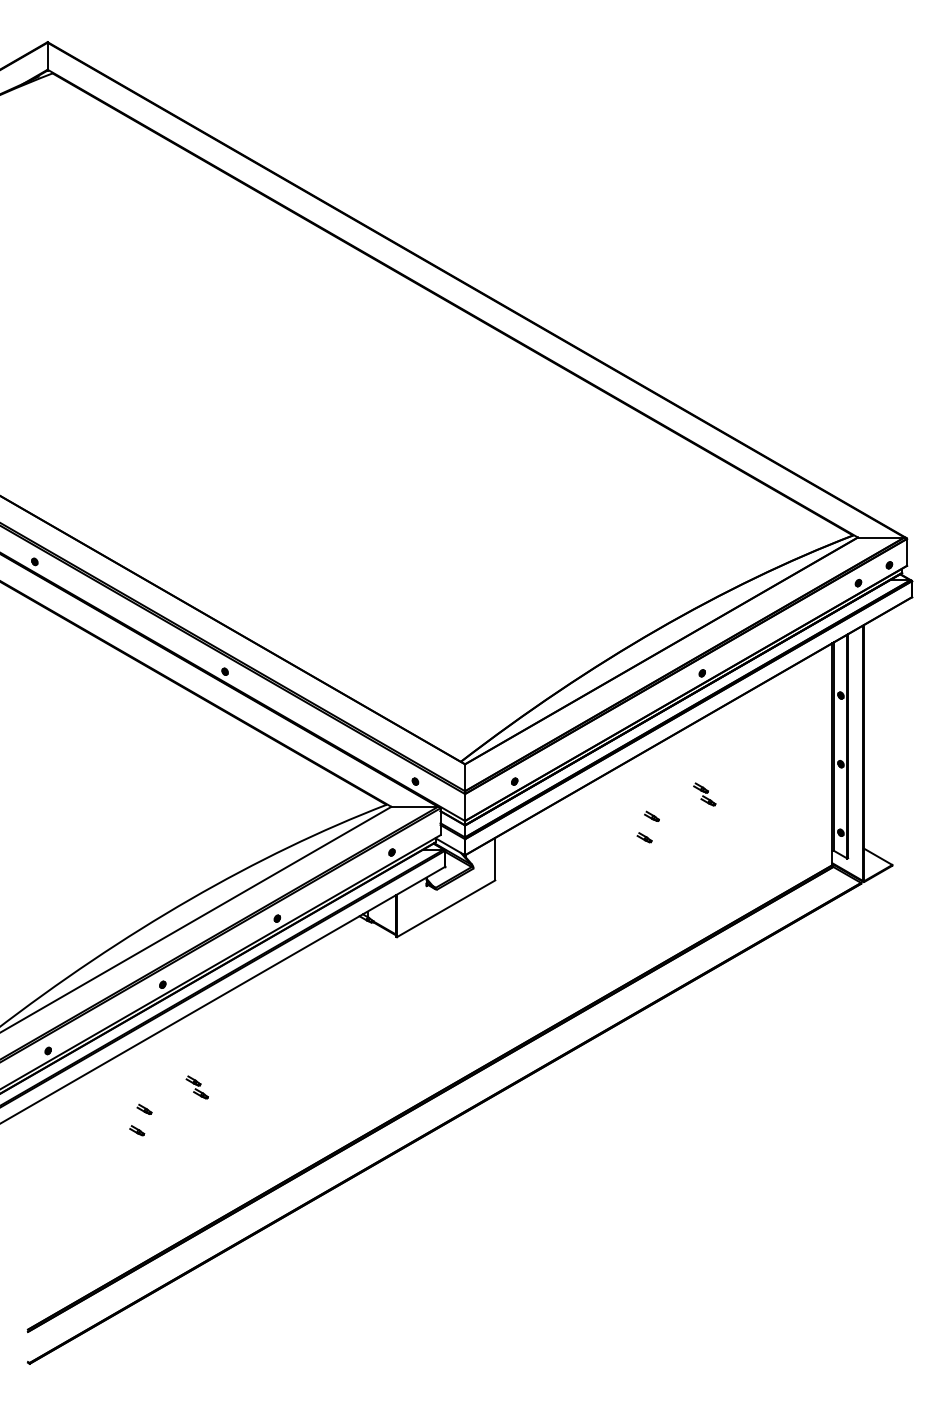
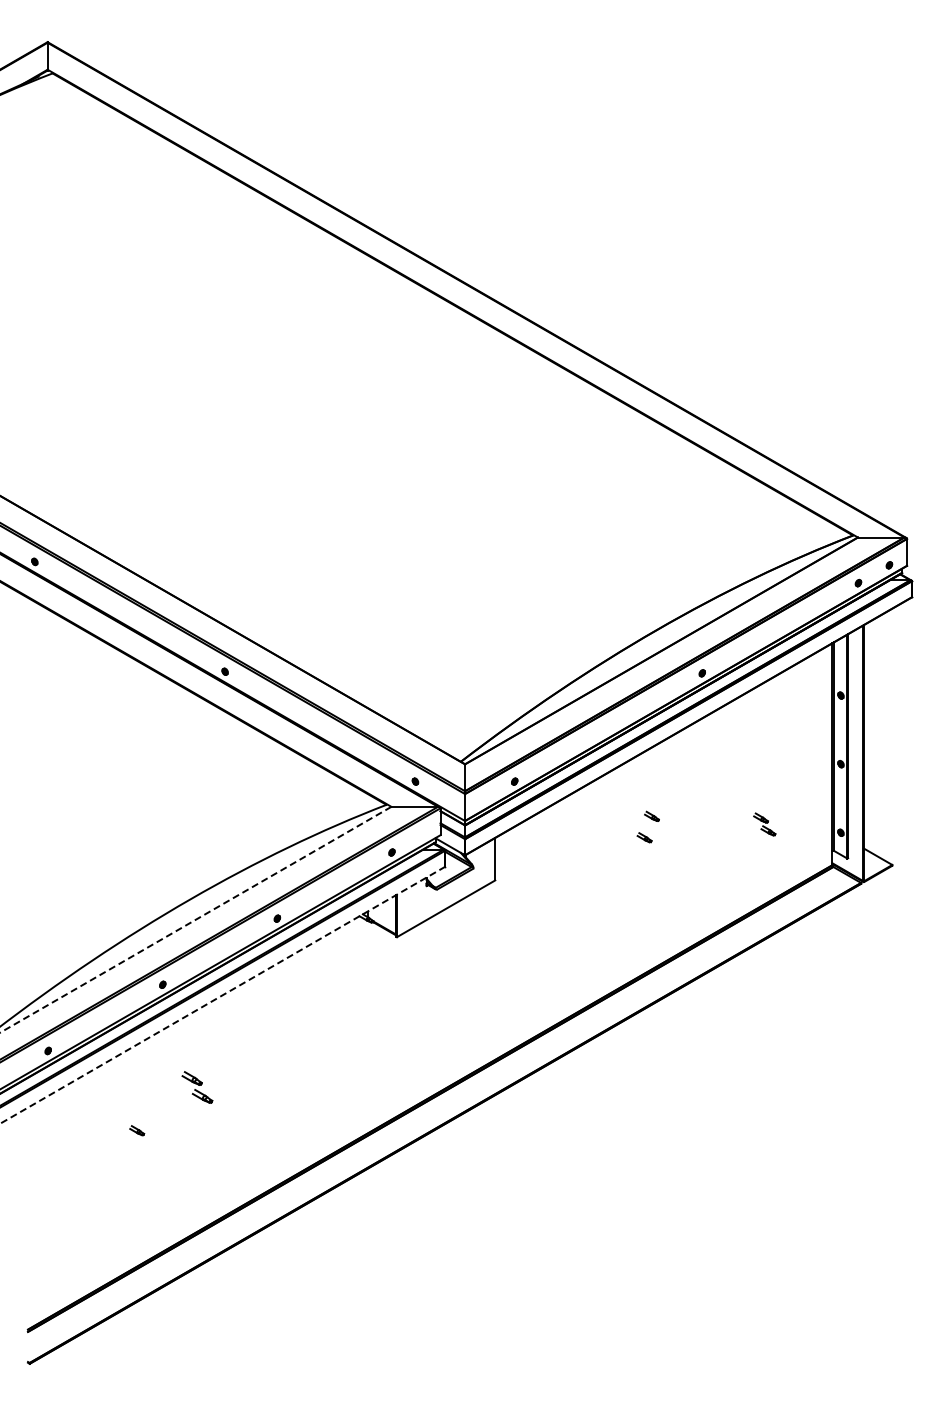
part at (704, 794) position: (704, 794) -> (764, 824)
line at (195, 919): solid -> dashed
line at (222, 995): solid -> dashed
part at (196, 1087) size: 24x25 px -> 33x33 px
part at (144, 1108): present -> none
